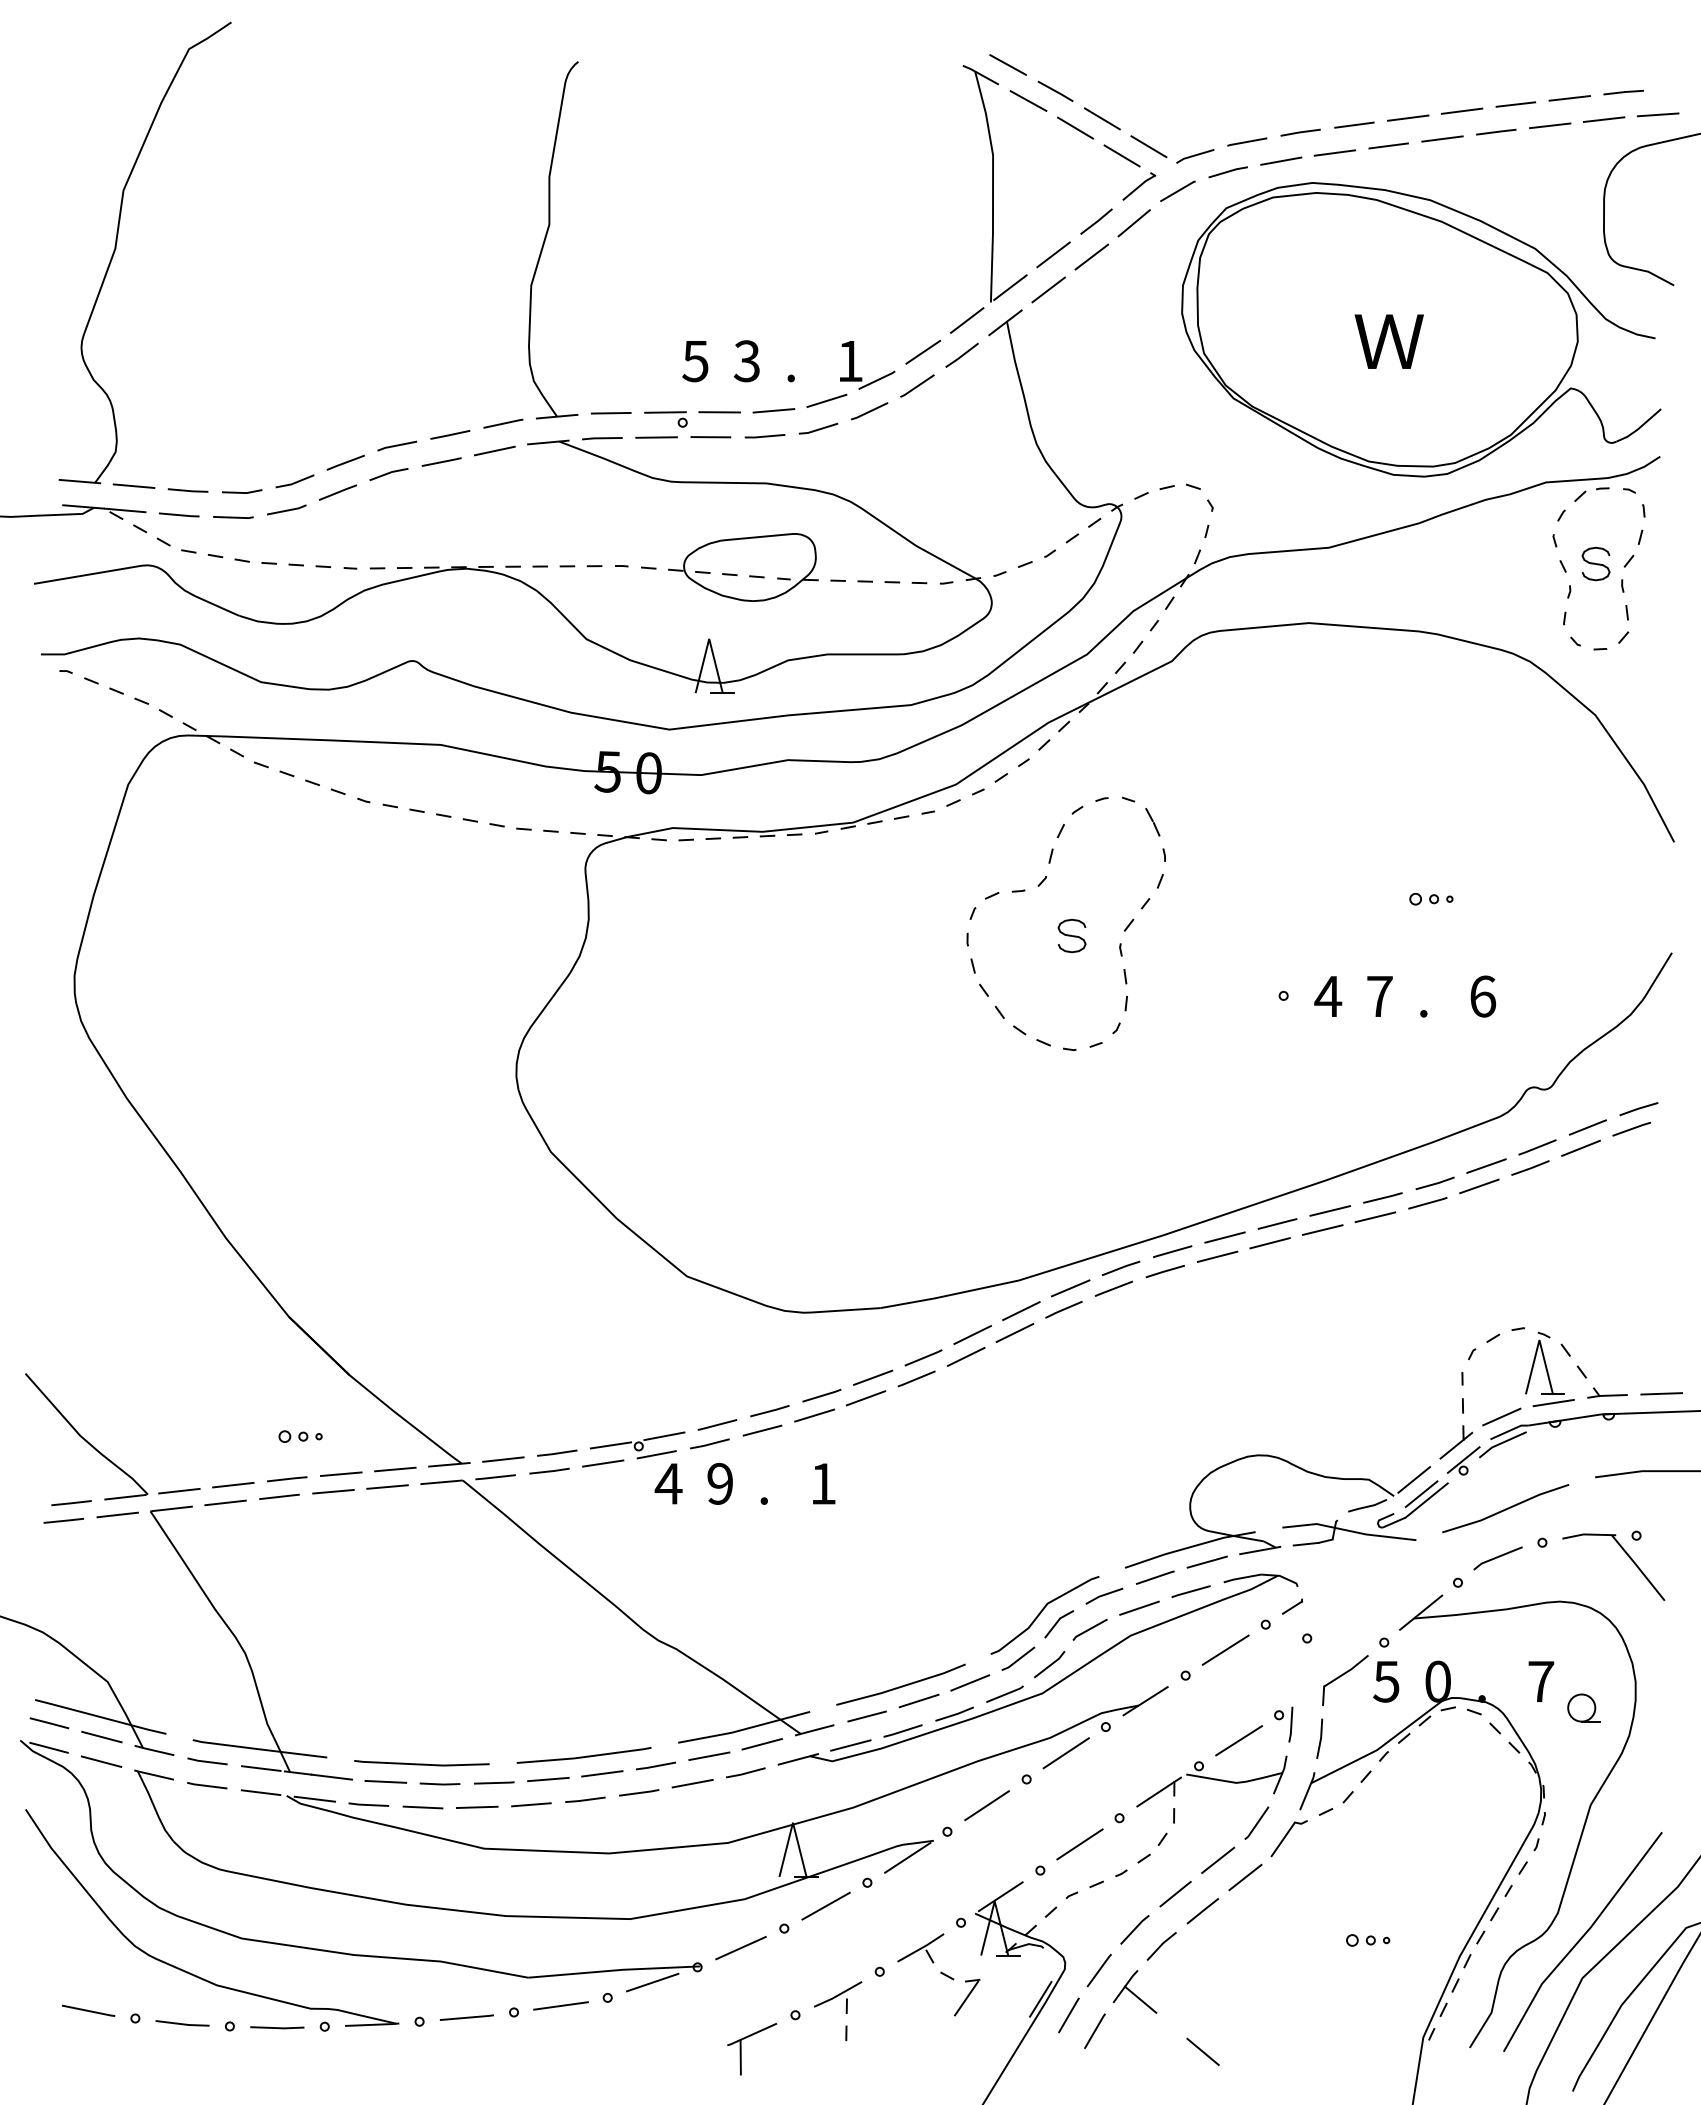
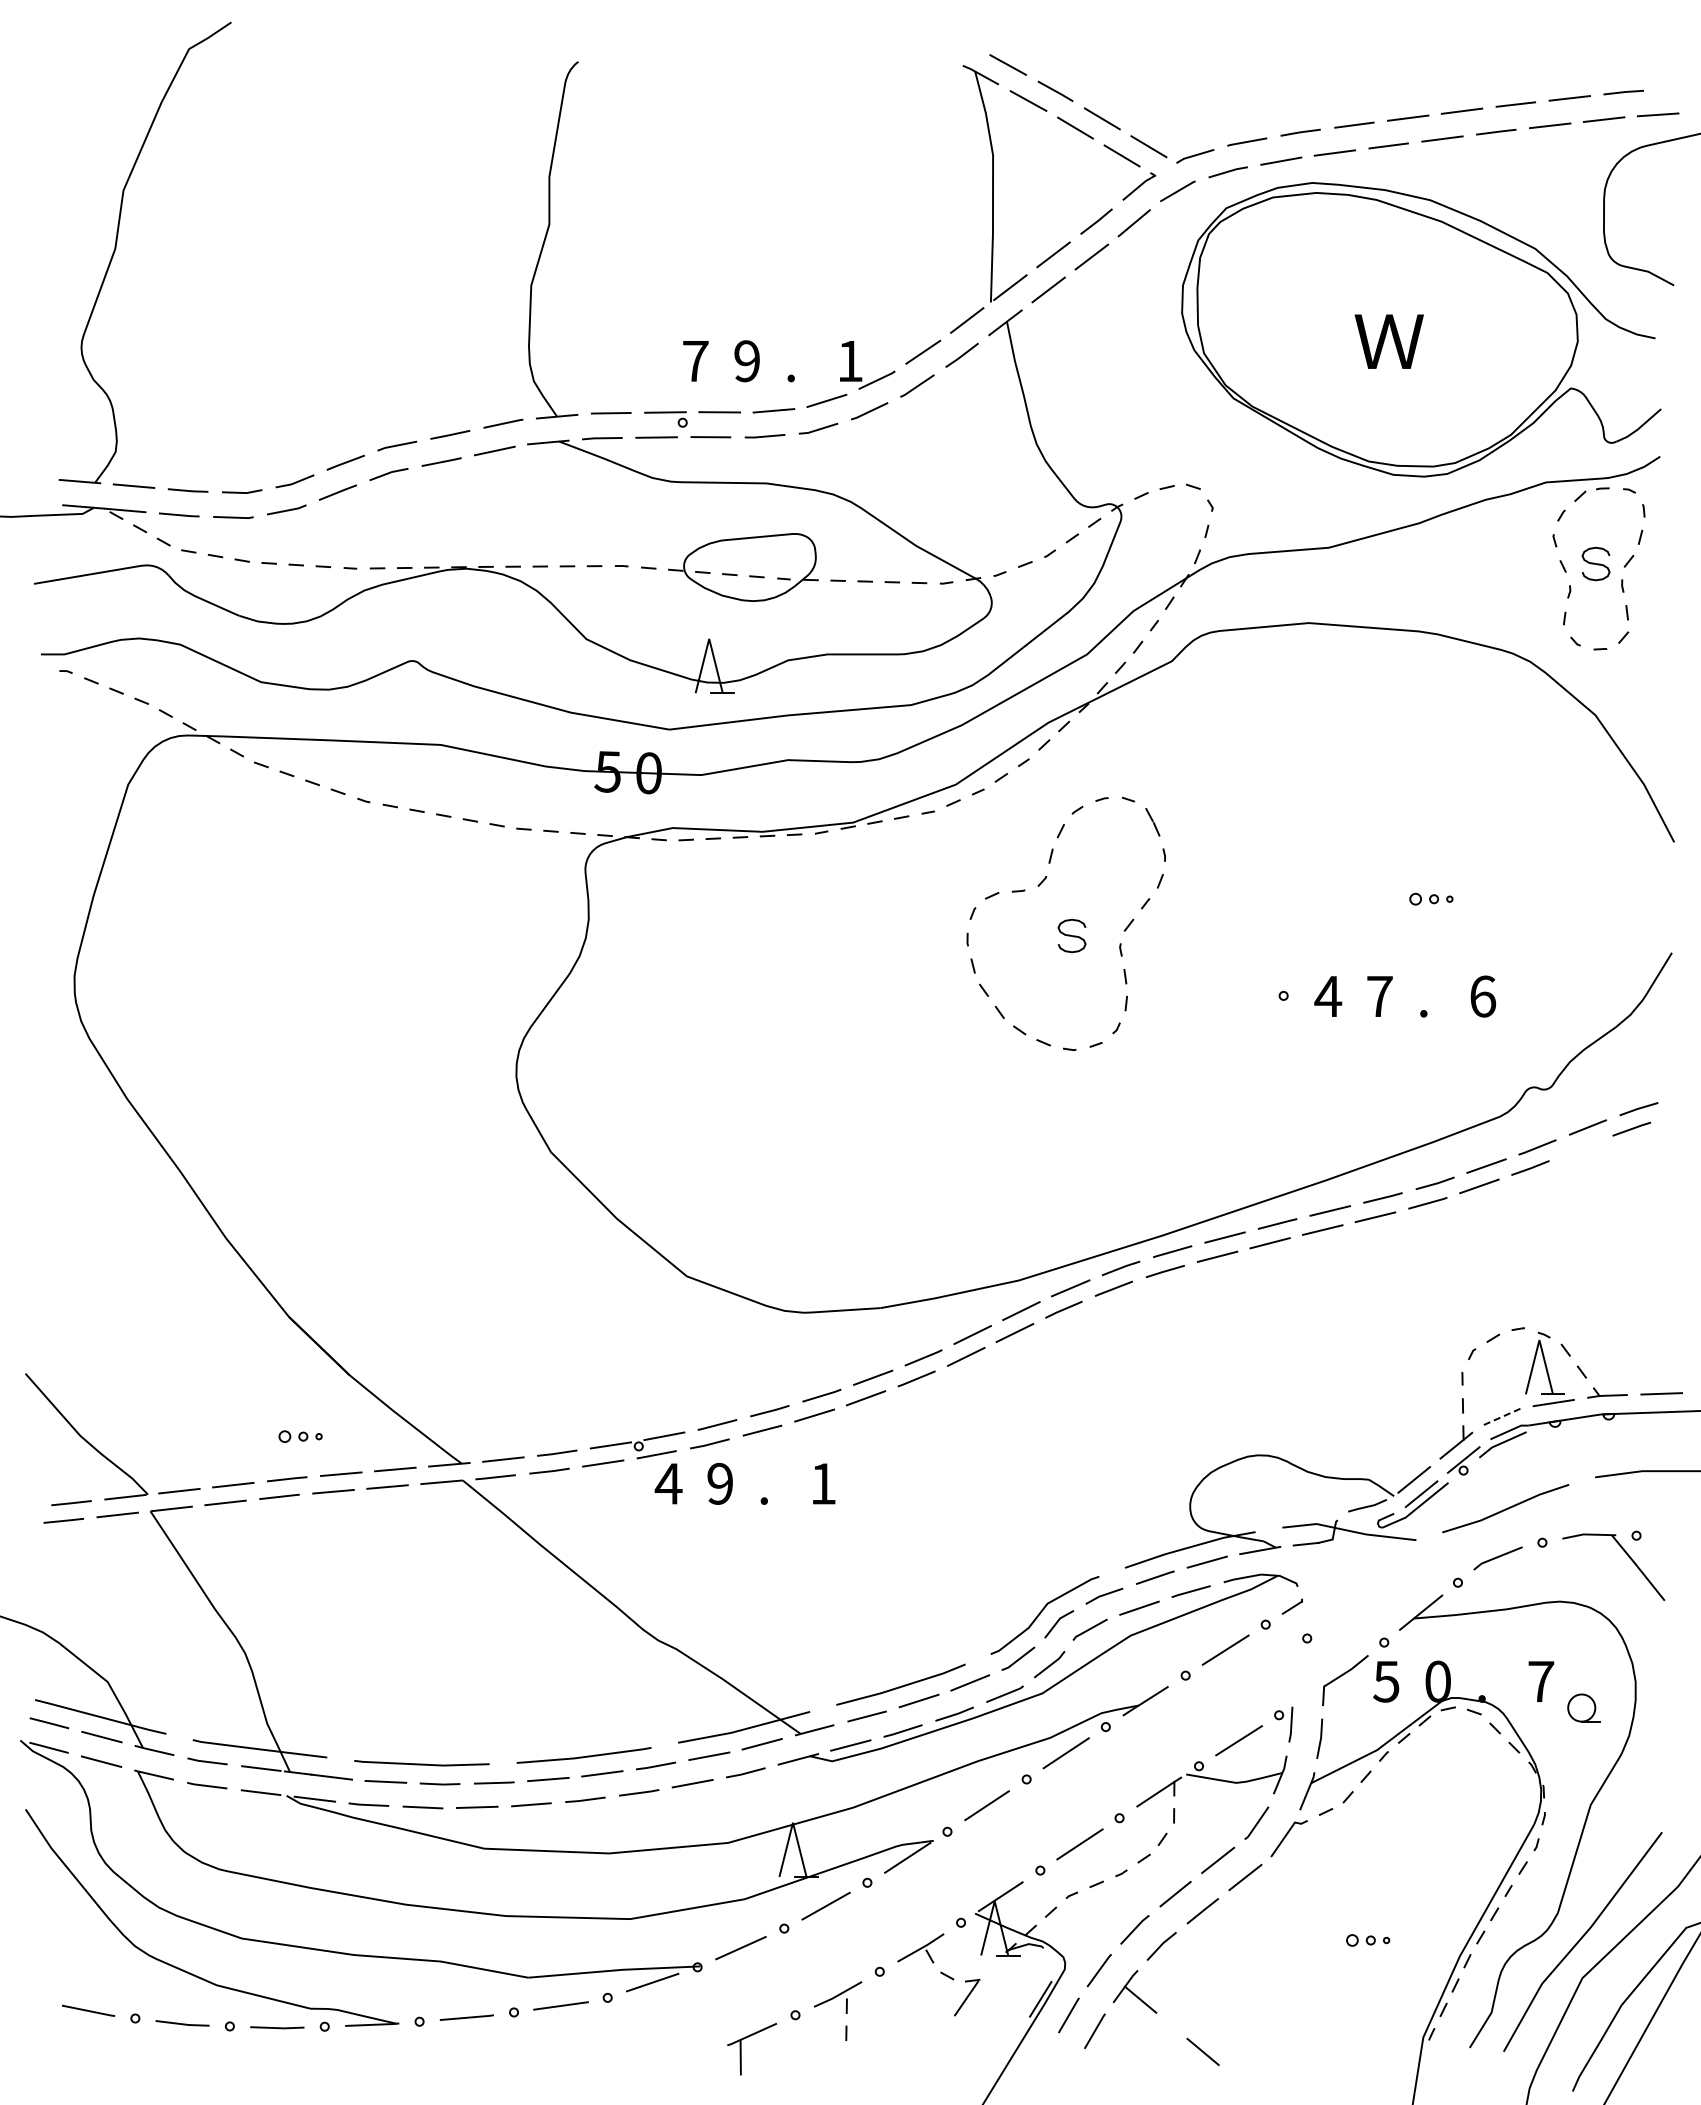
text at (695, 361): 5 -> 7
text at (746, 361): 3 -> 9
line at (1580, 1147): present -> none
line at (1501, 1417): solid -> dashed
